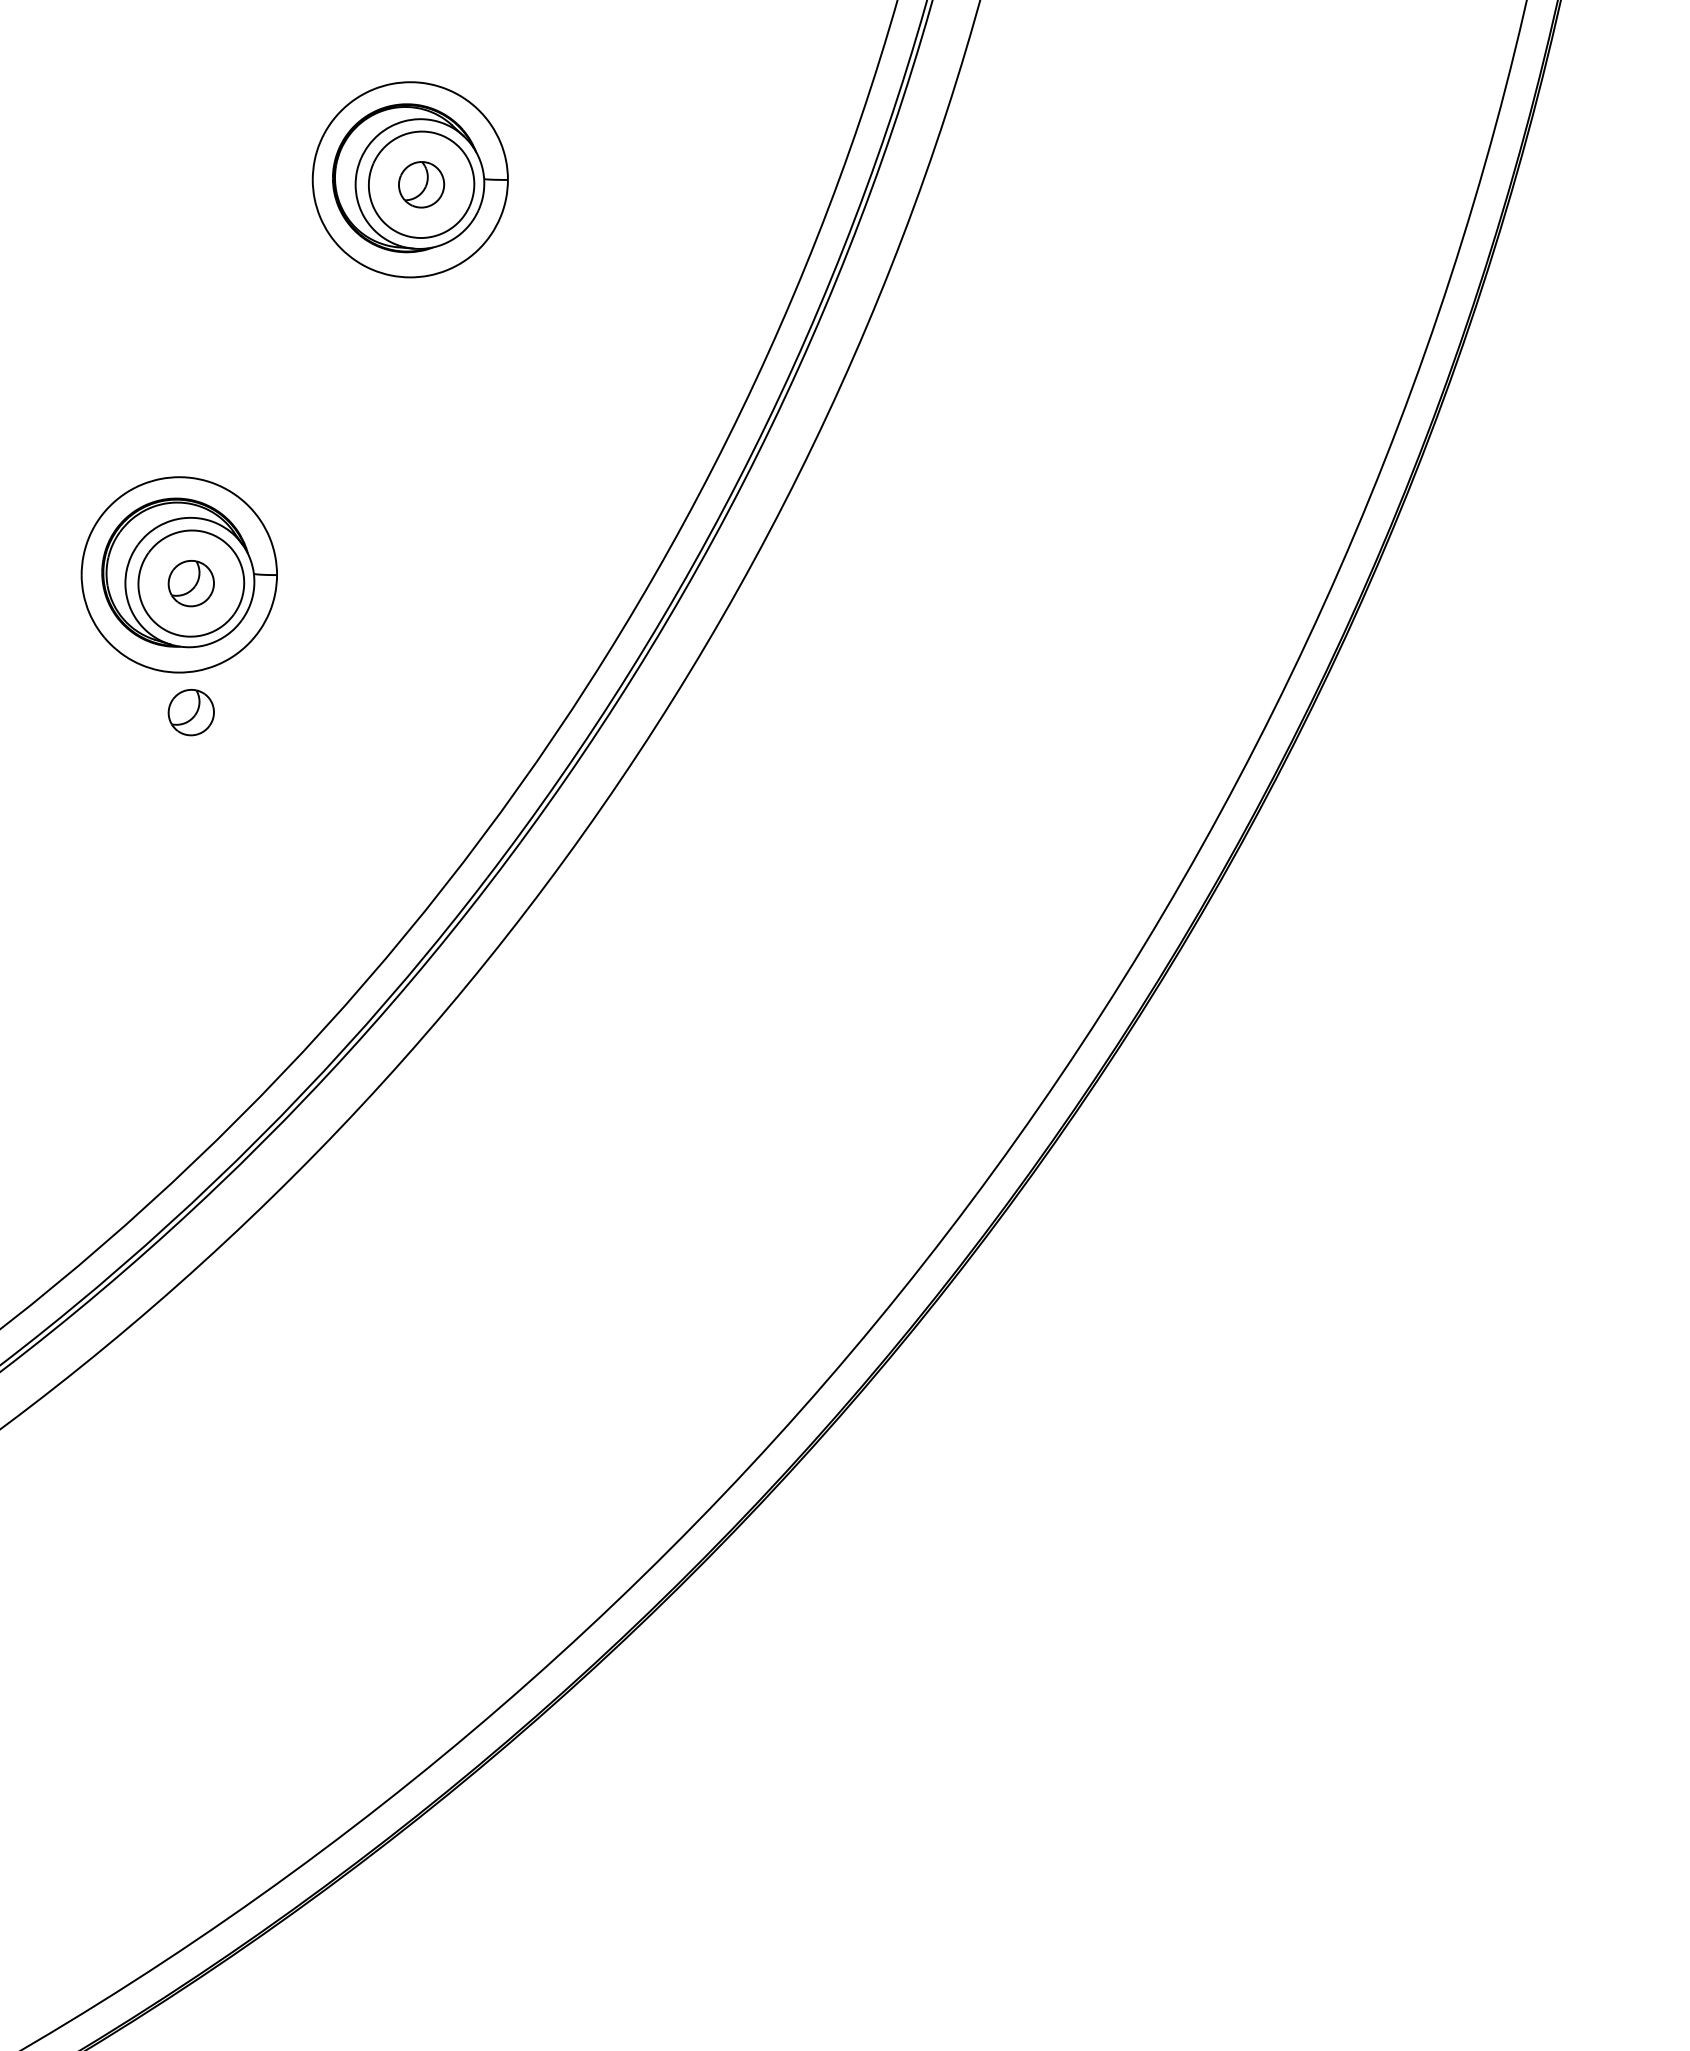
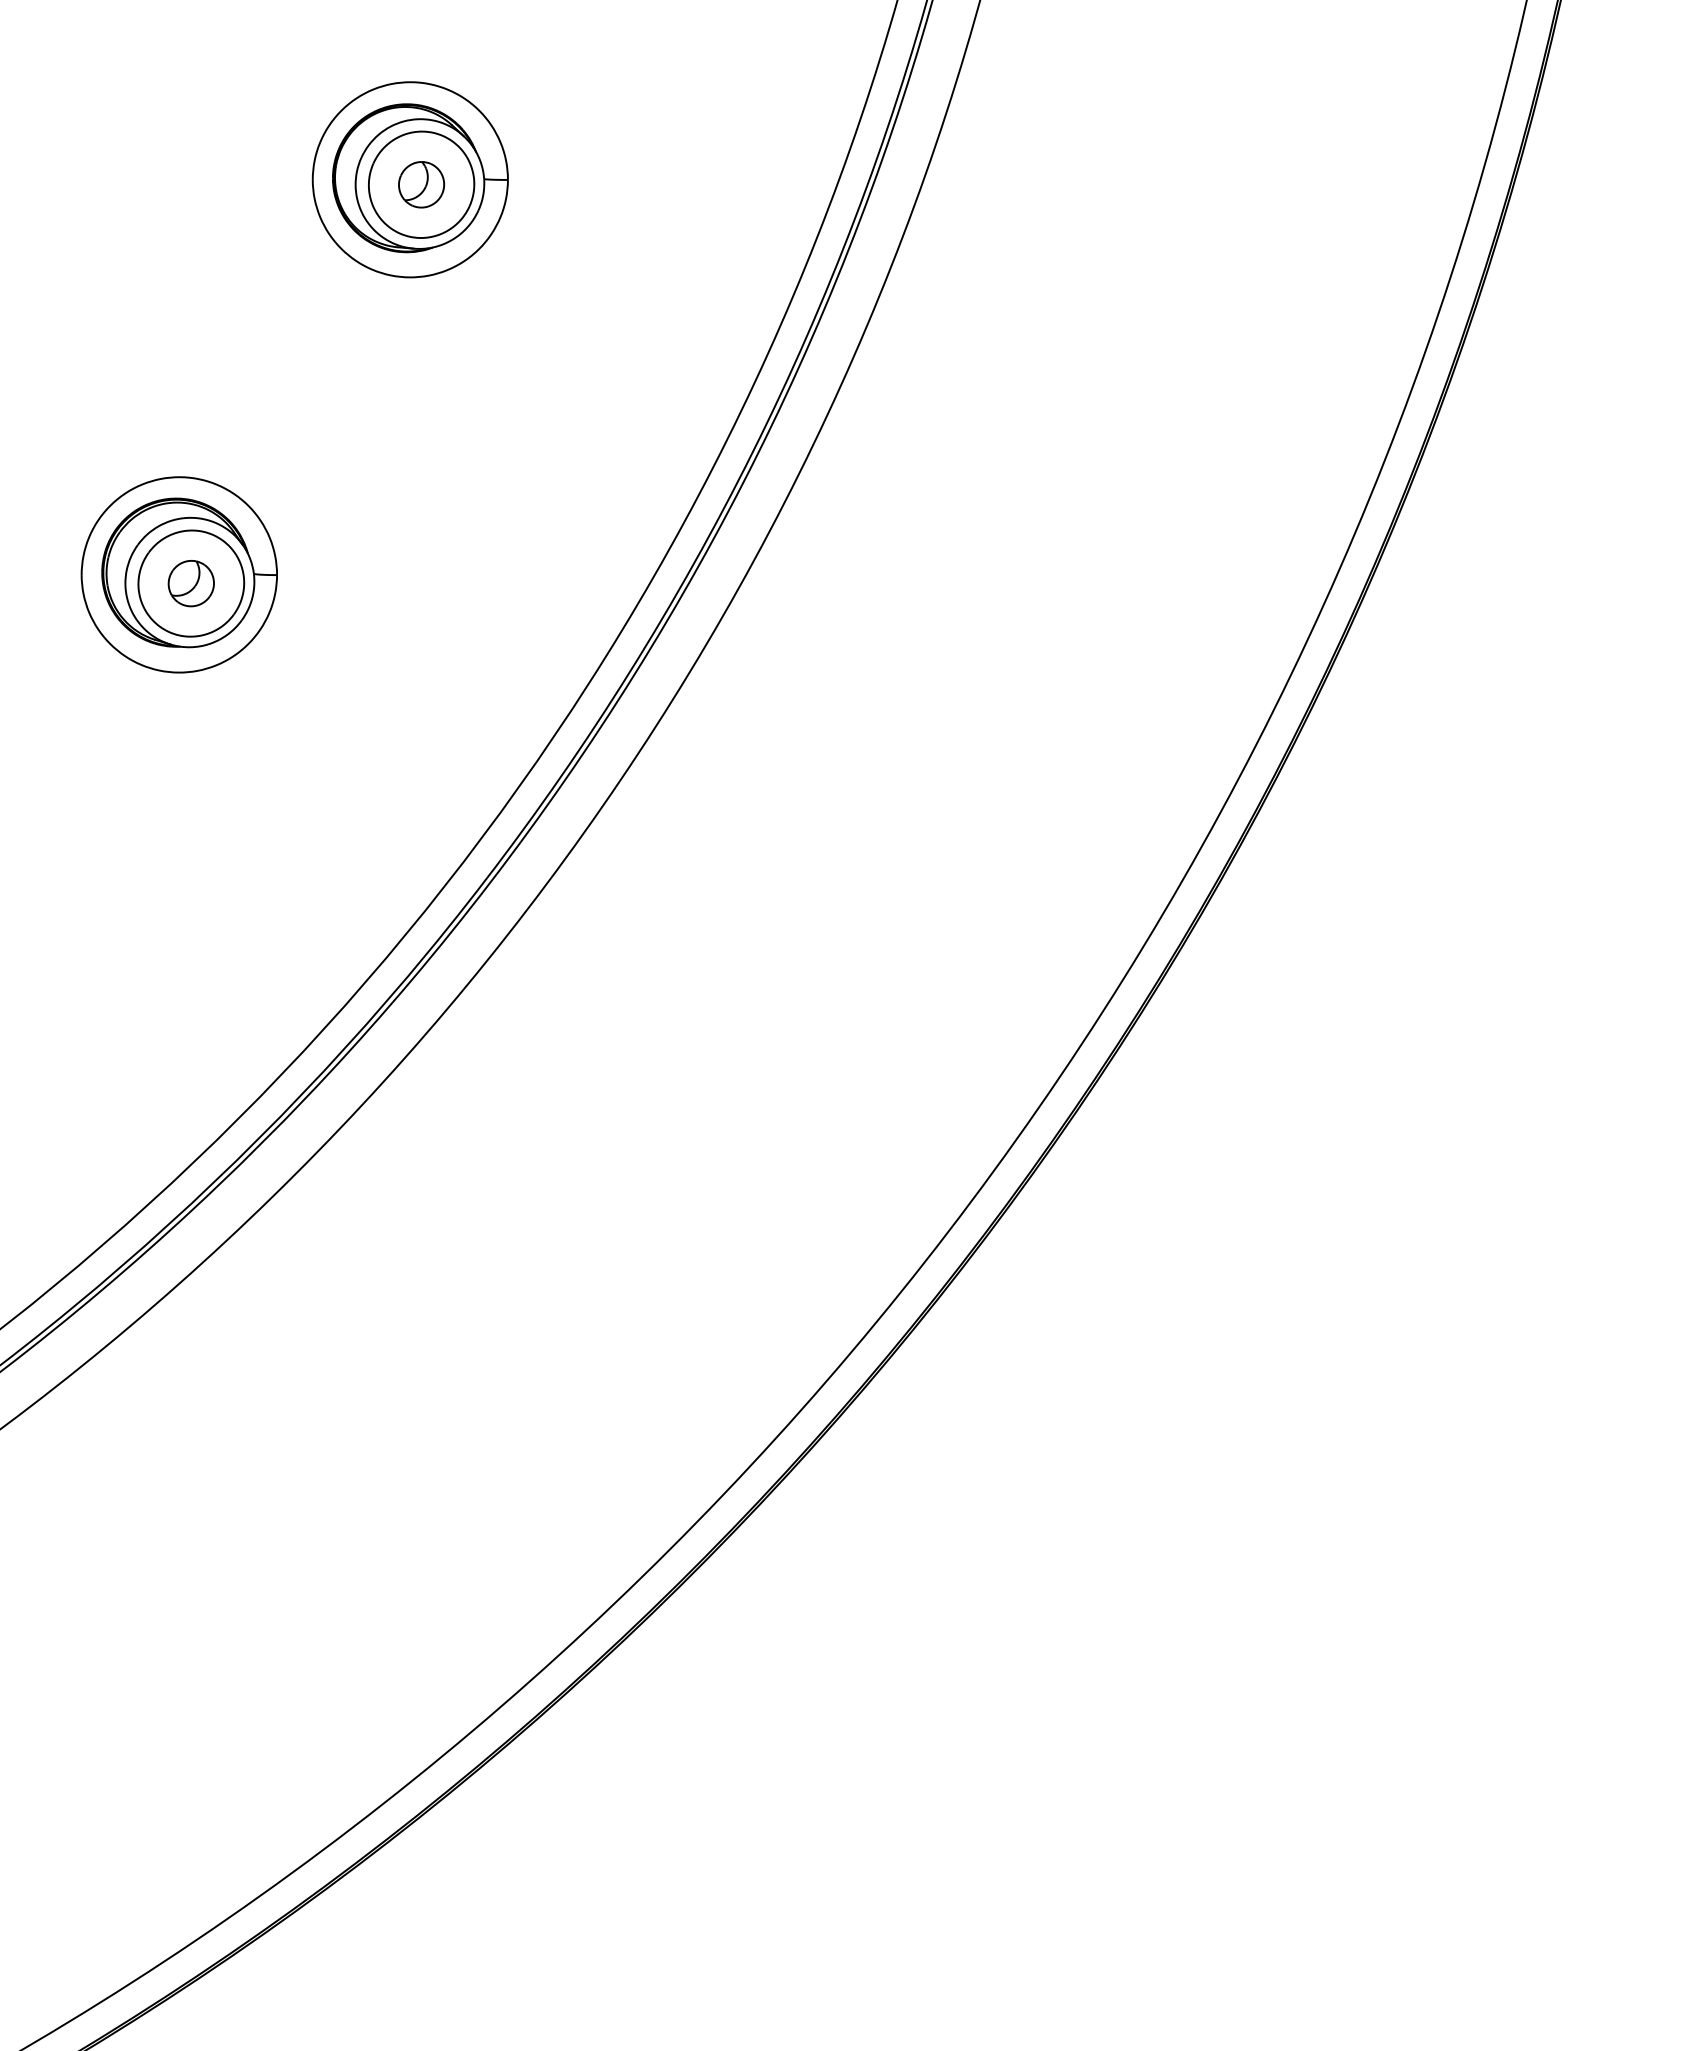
part at (190, 712): present -> none
